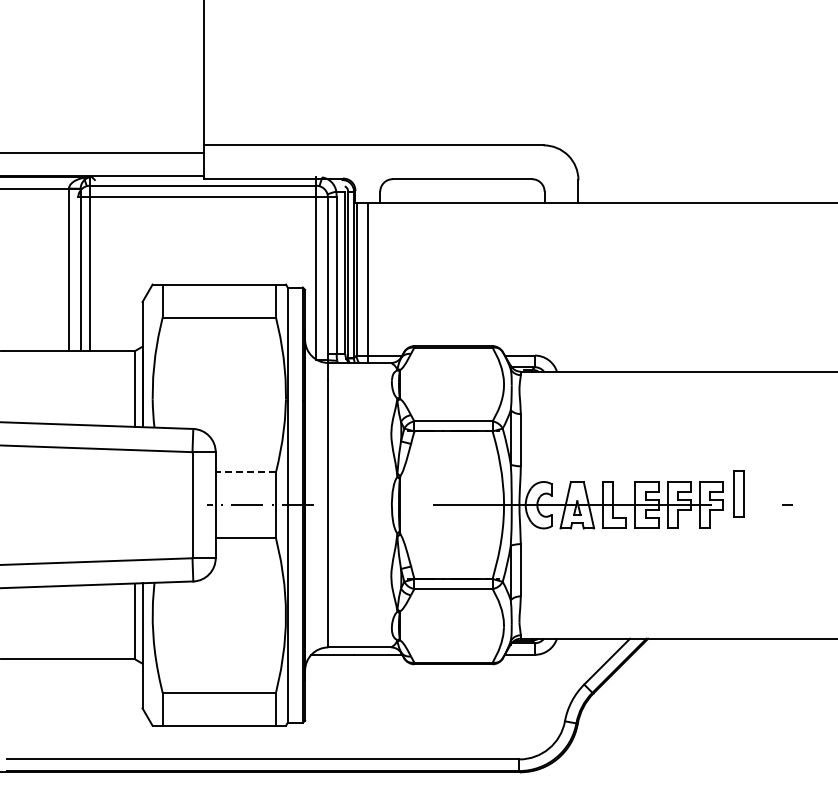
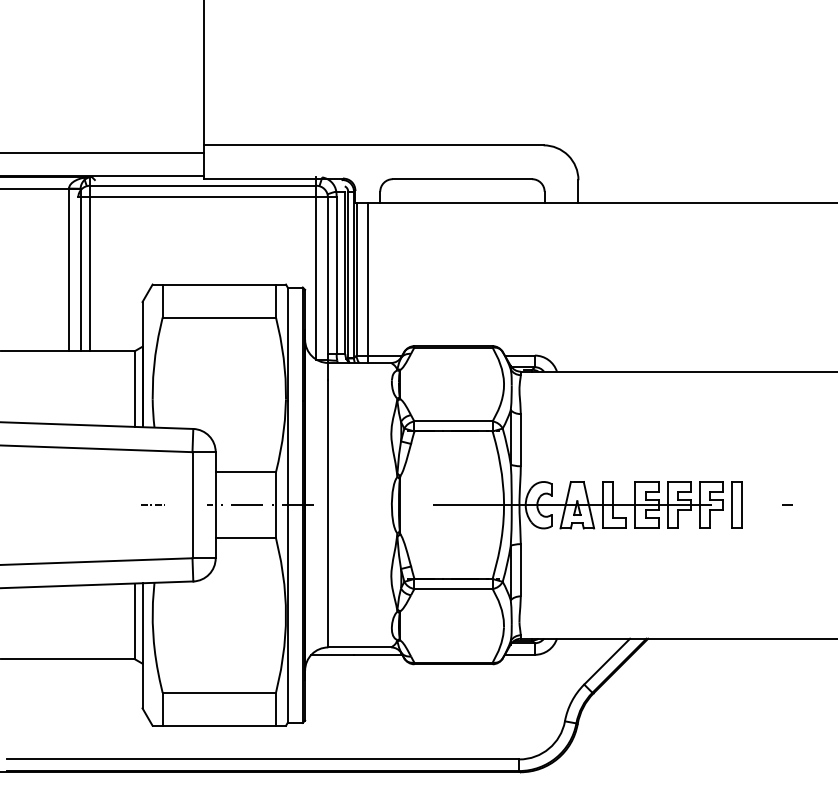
line at (245, 472): dashed -> solid
part at (738, 493) position: (738, 493) -> (736, 504)
line at (151, 504): none -> present
